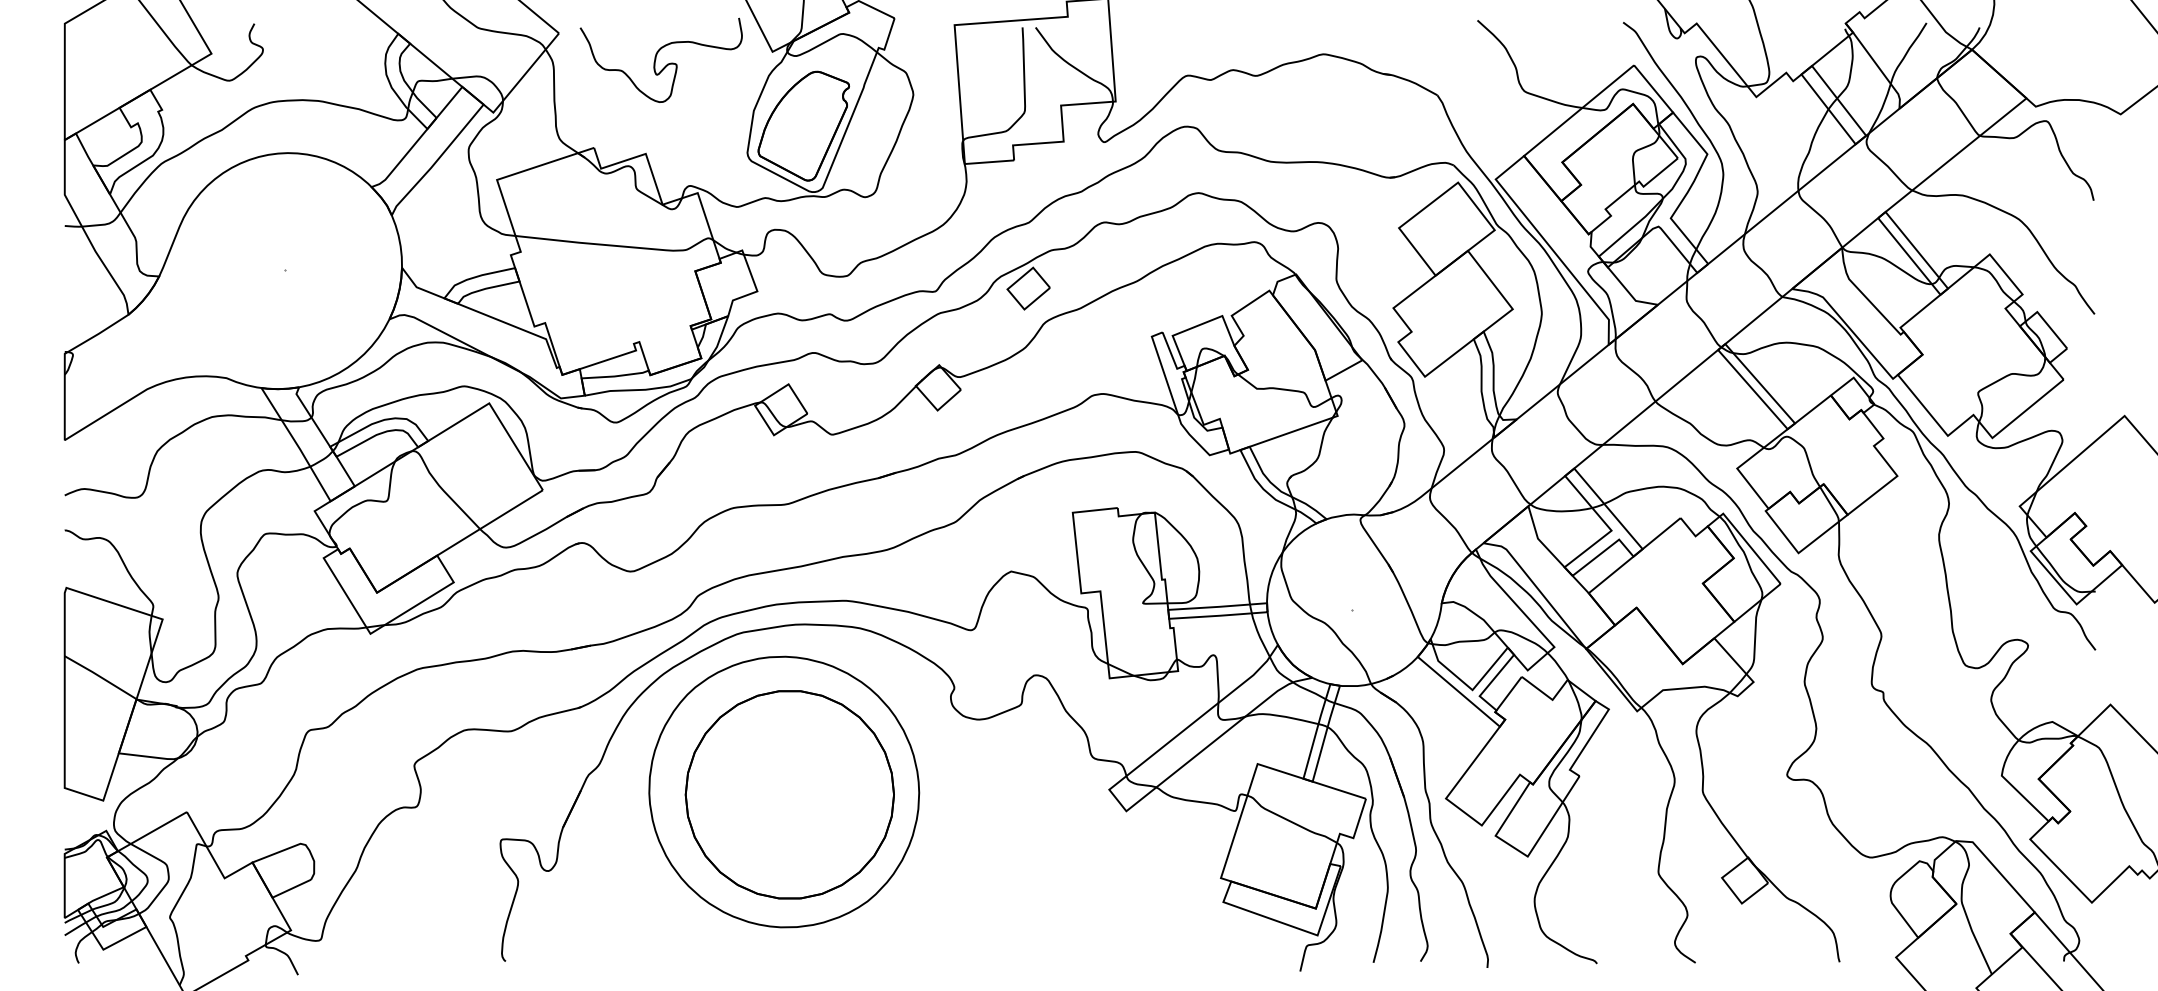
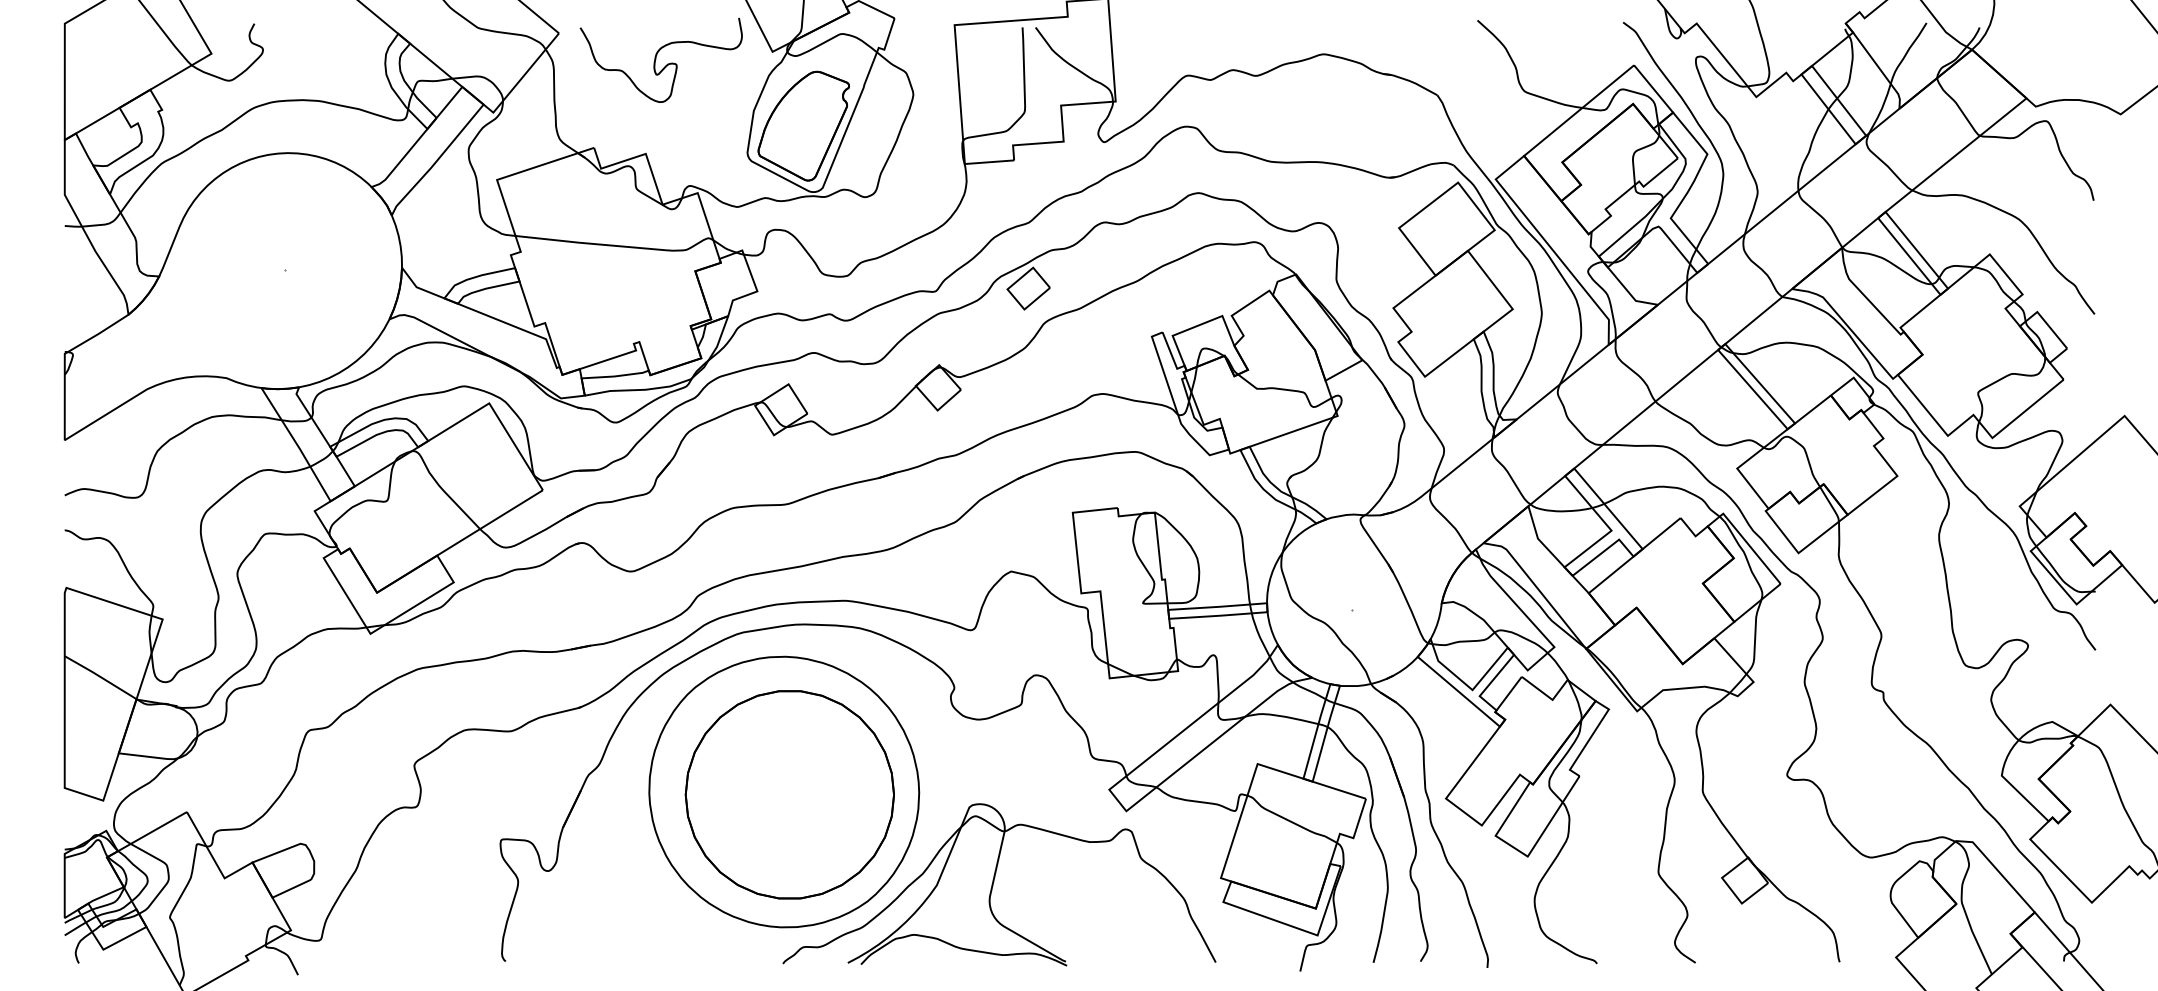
part at (999, 884): none -> present
